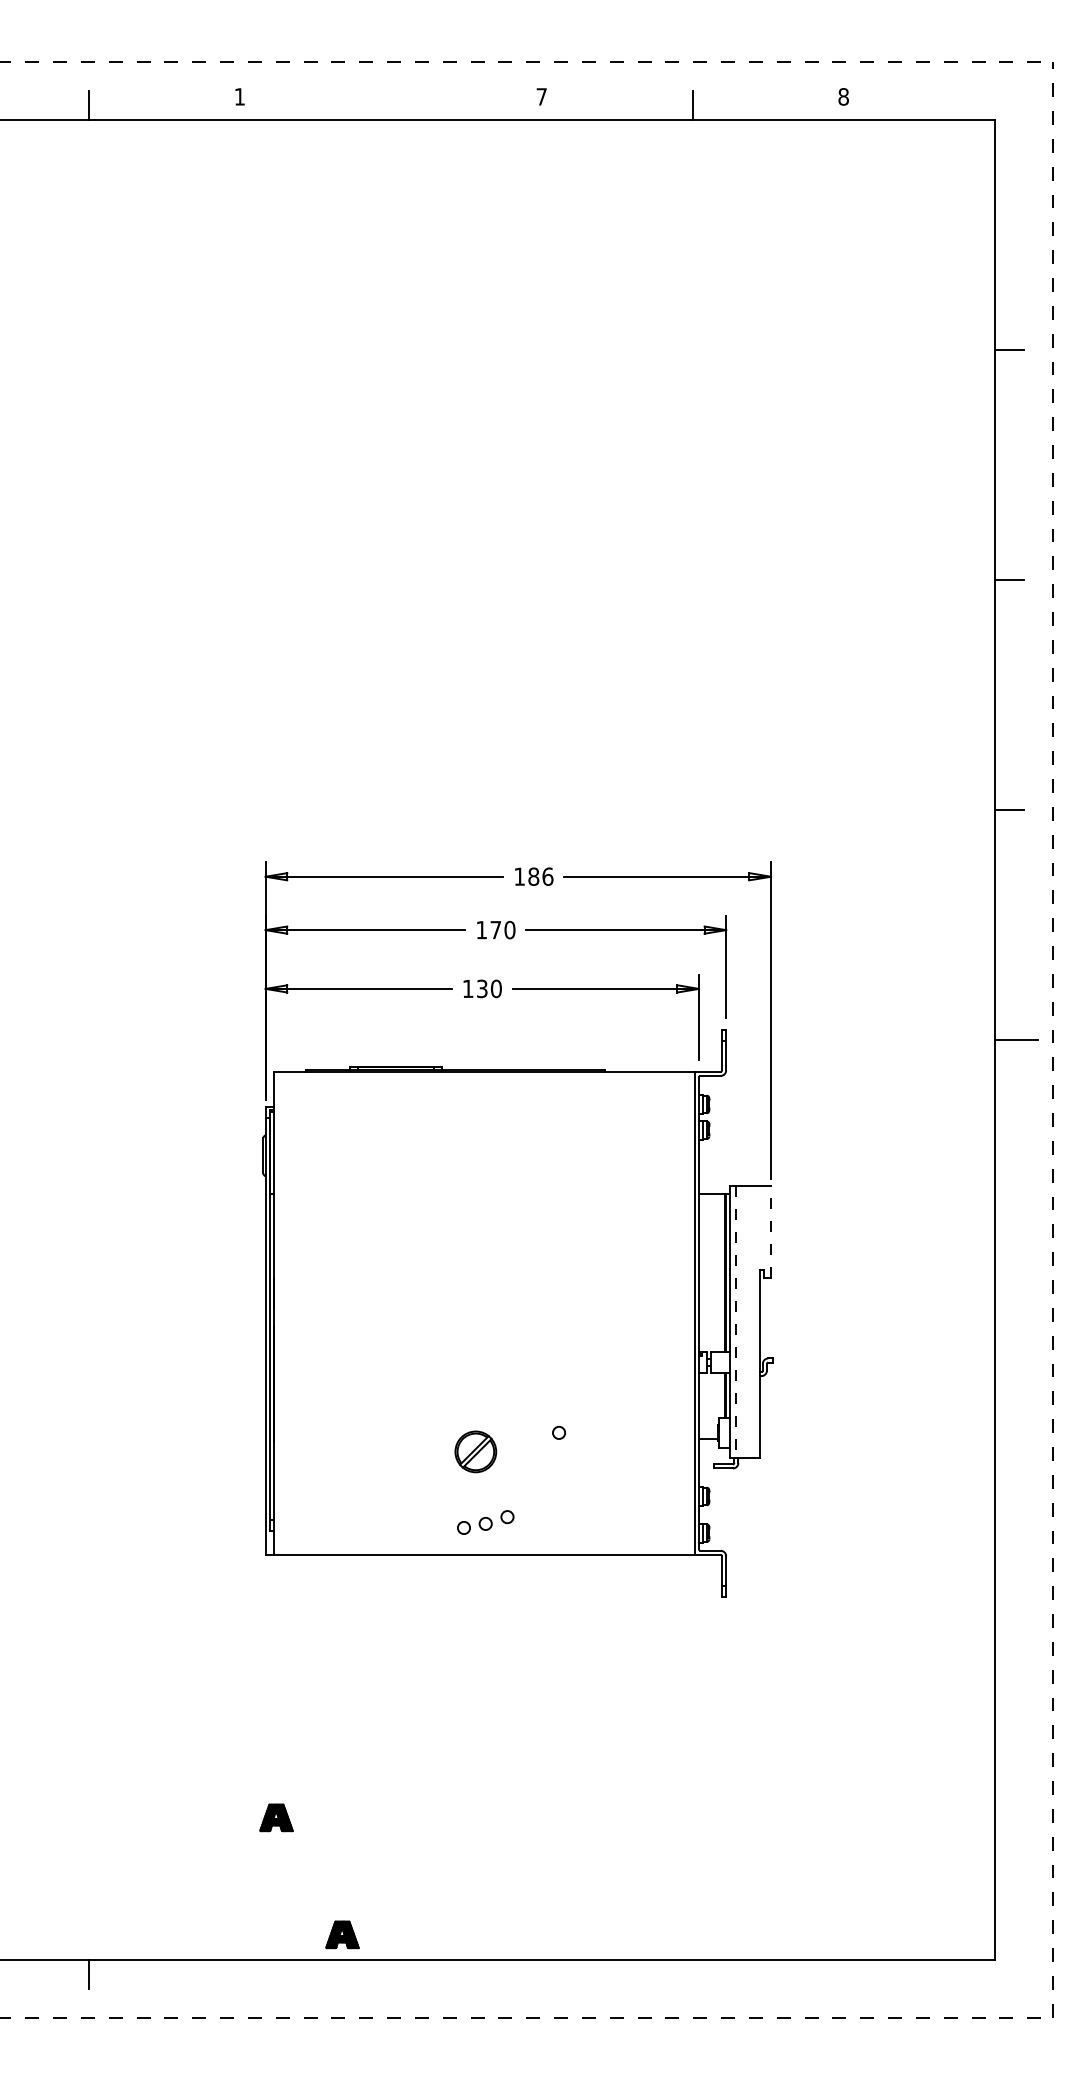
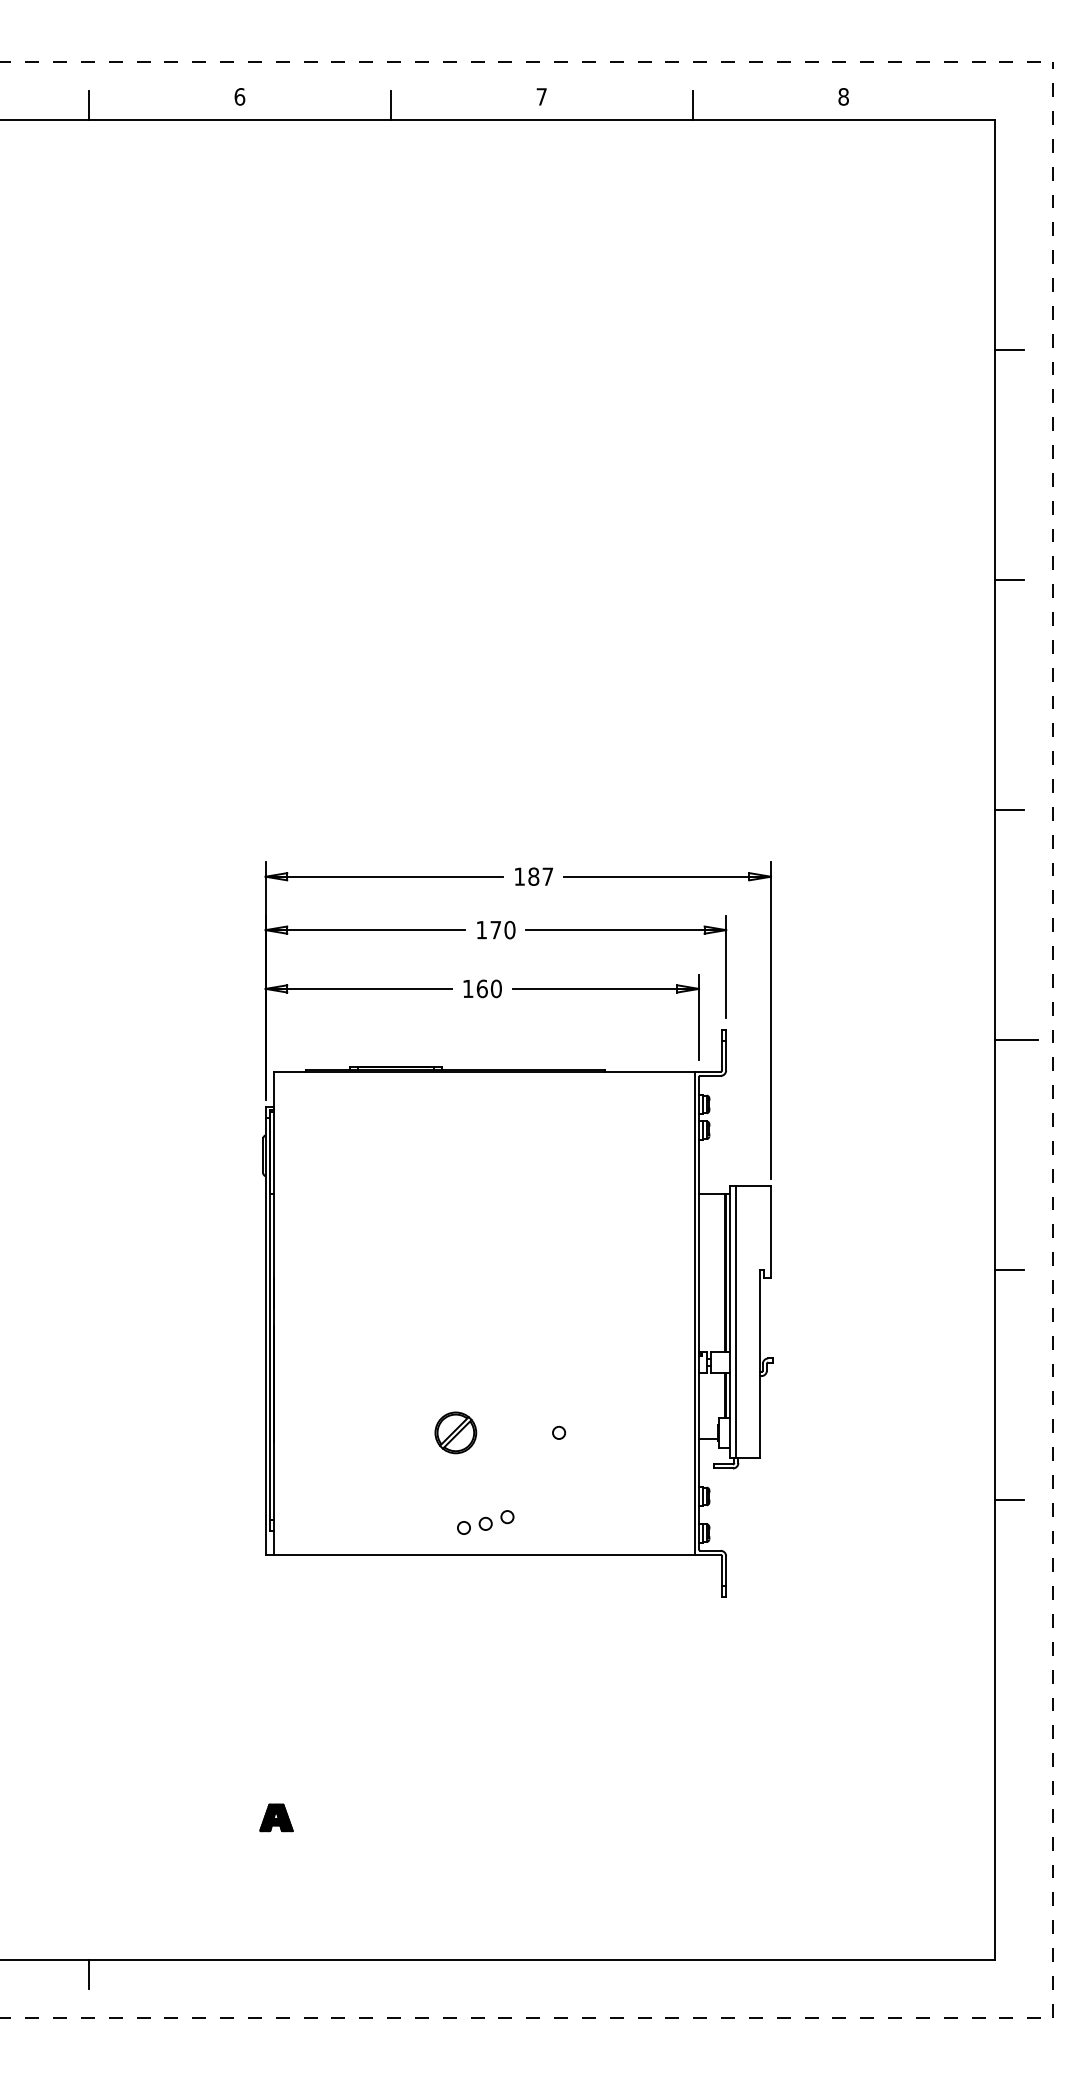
text at (239, 96): 1 -> 6
line at (391, 105): none -> present
text at (547, 876): 186 -> 187
text at (481, 988): 130 -> 160
line at (771, 1231): dashed -> solid
line at (1009, 1270): none -> present
line at (735, 1321): dashed -> solid
part at (475, 1451) position: (475, 1451) -> (455, 1432)
line at (1009, 1500): none -> present
part at (342, 1934): present -> none
